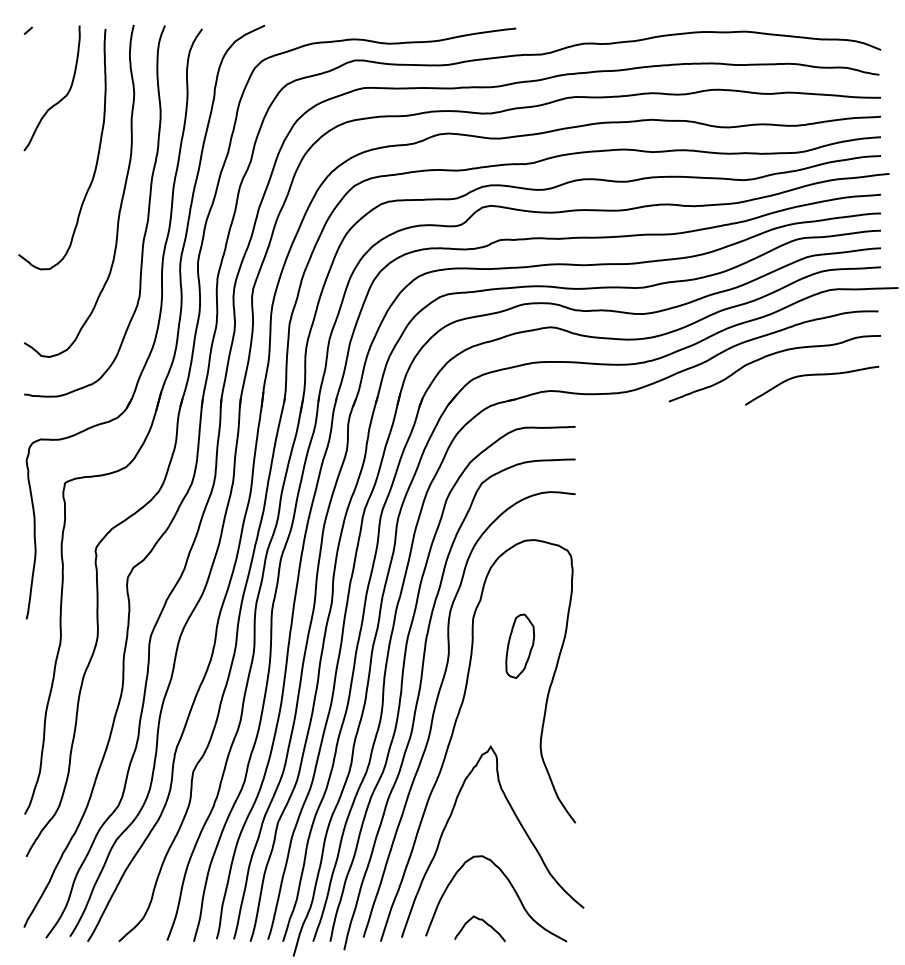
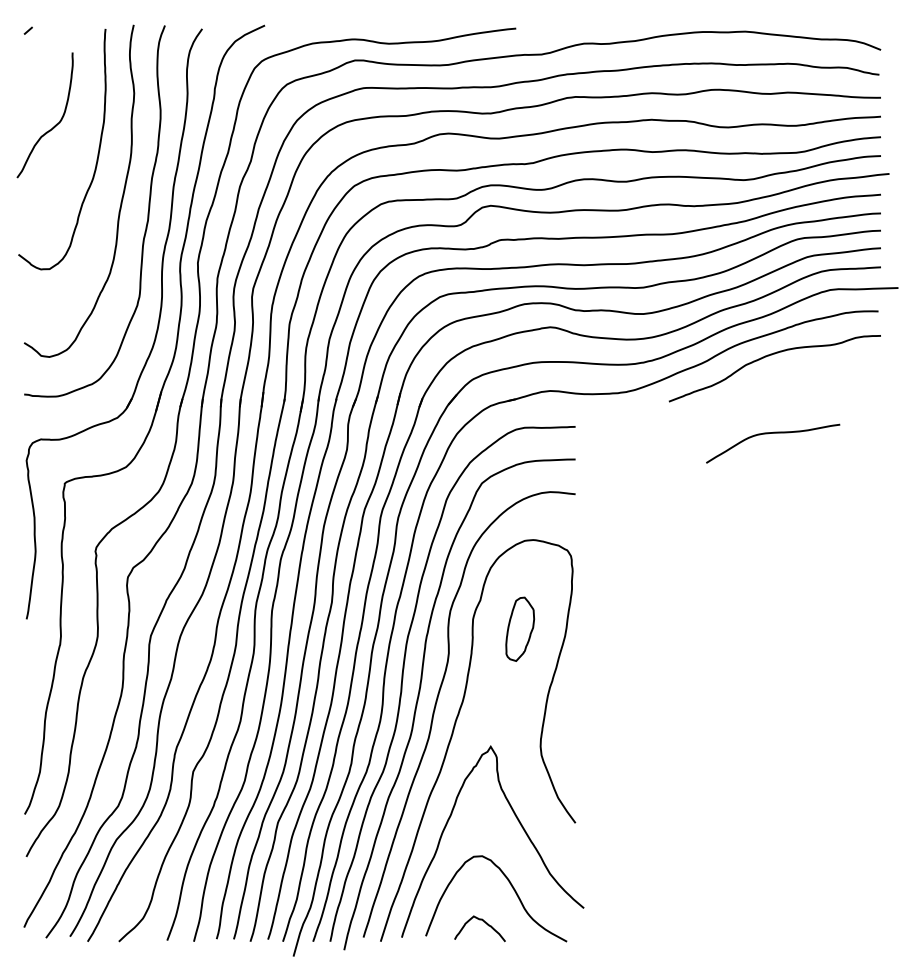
curve at (61, 98) position: (61, 98) -> (54, 125)
curve at (812, 375) position: (812, 375) -> (773, 433)
part at (520, 645) position: (520, 645) -> (520, 628)
